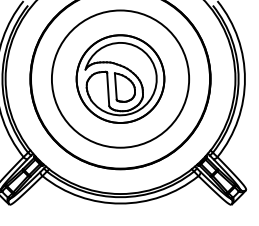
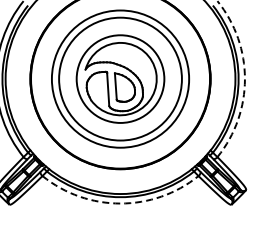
circle at (120, 78) diameter: 88 px -> 123 px
arc at (244, 79): solid -> dashed
arc at (120, 203): solid -> dashed
